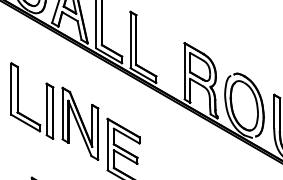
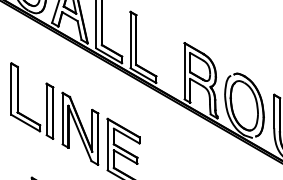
part at (80, 123) position: (80, 123) -> (80, 128)
